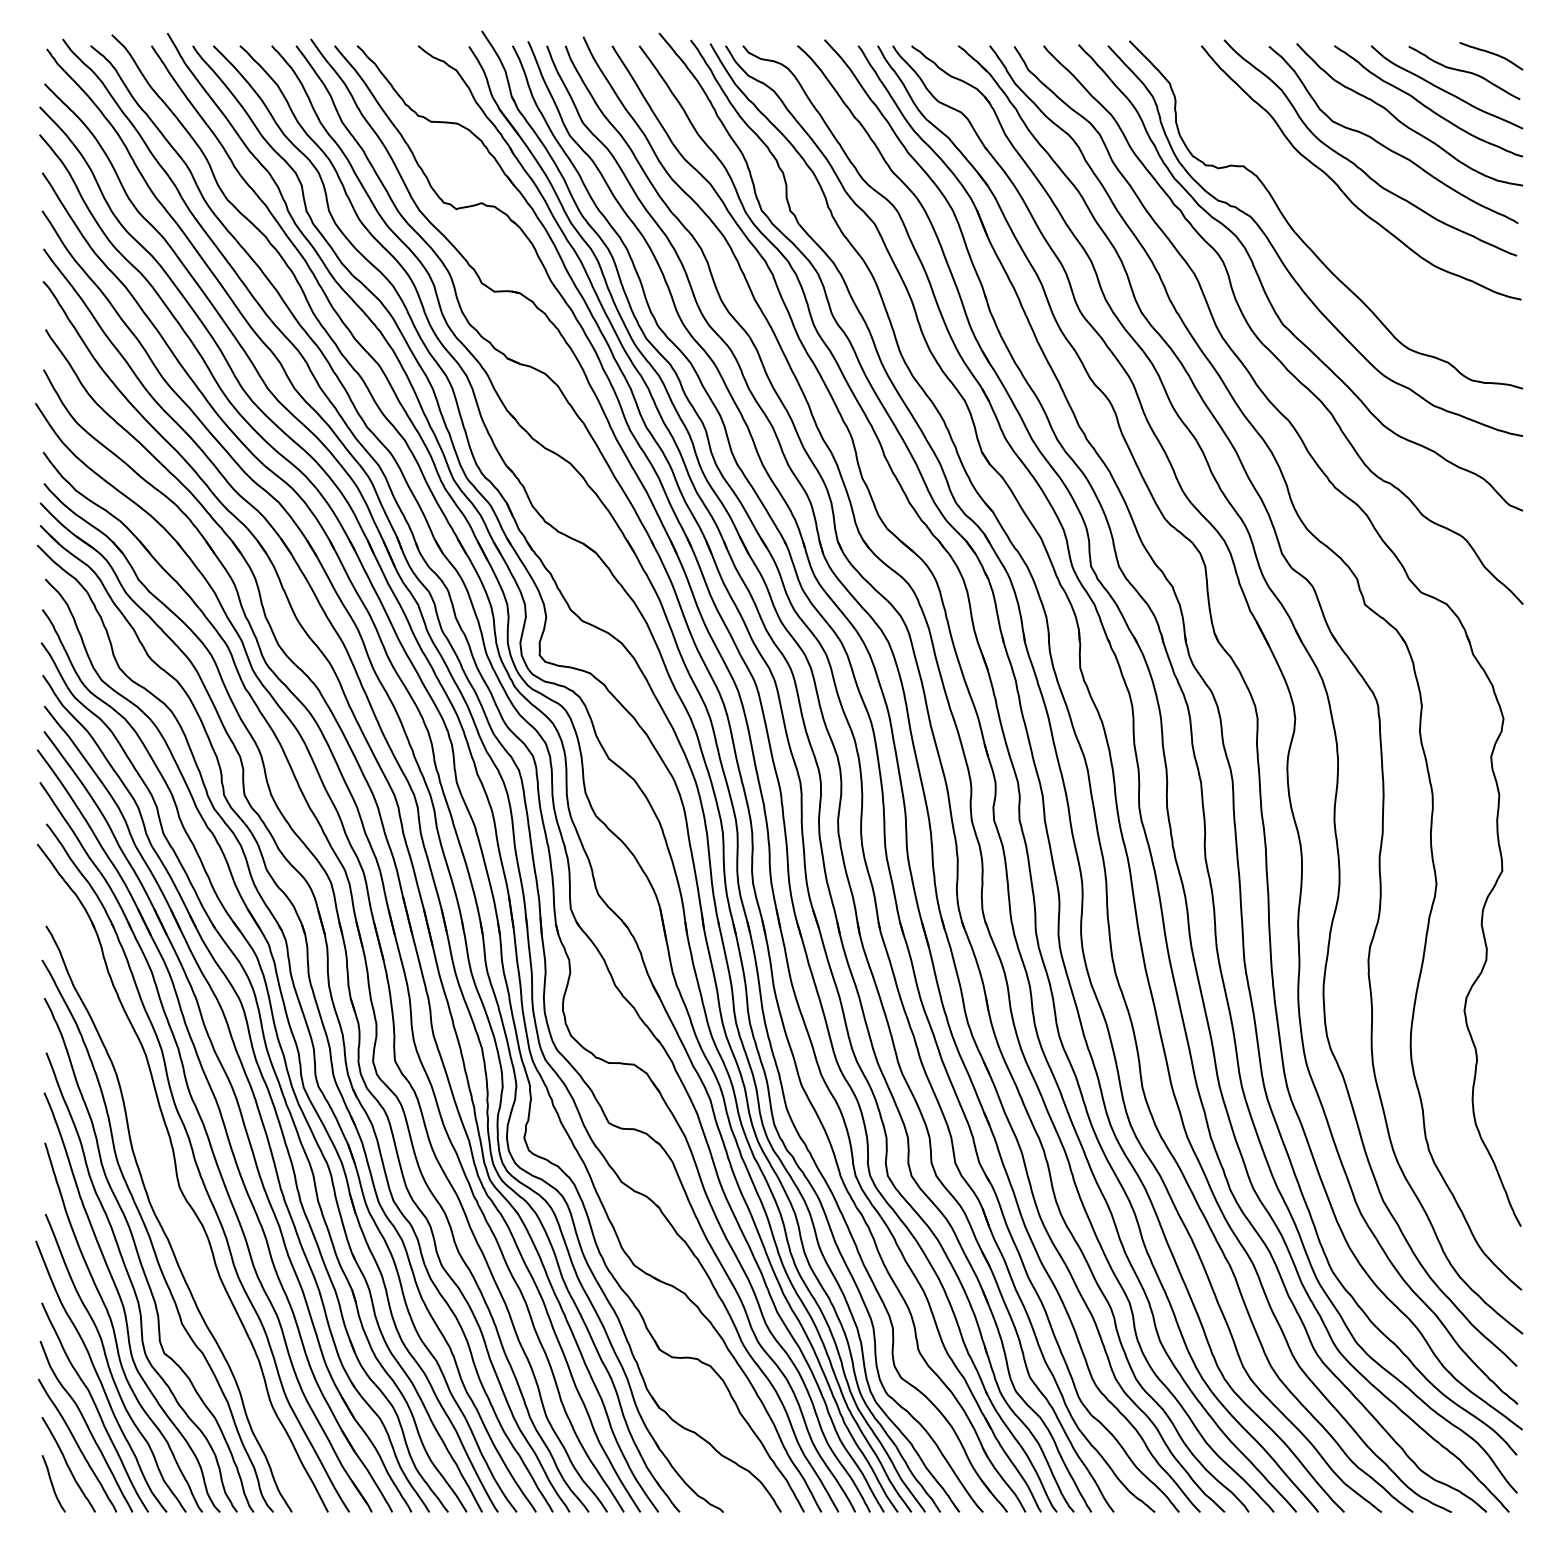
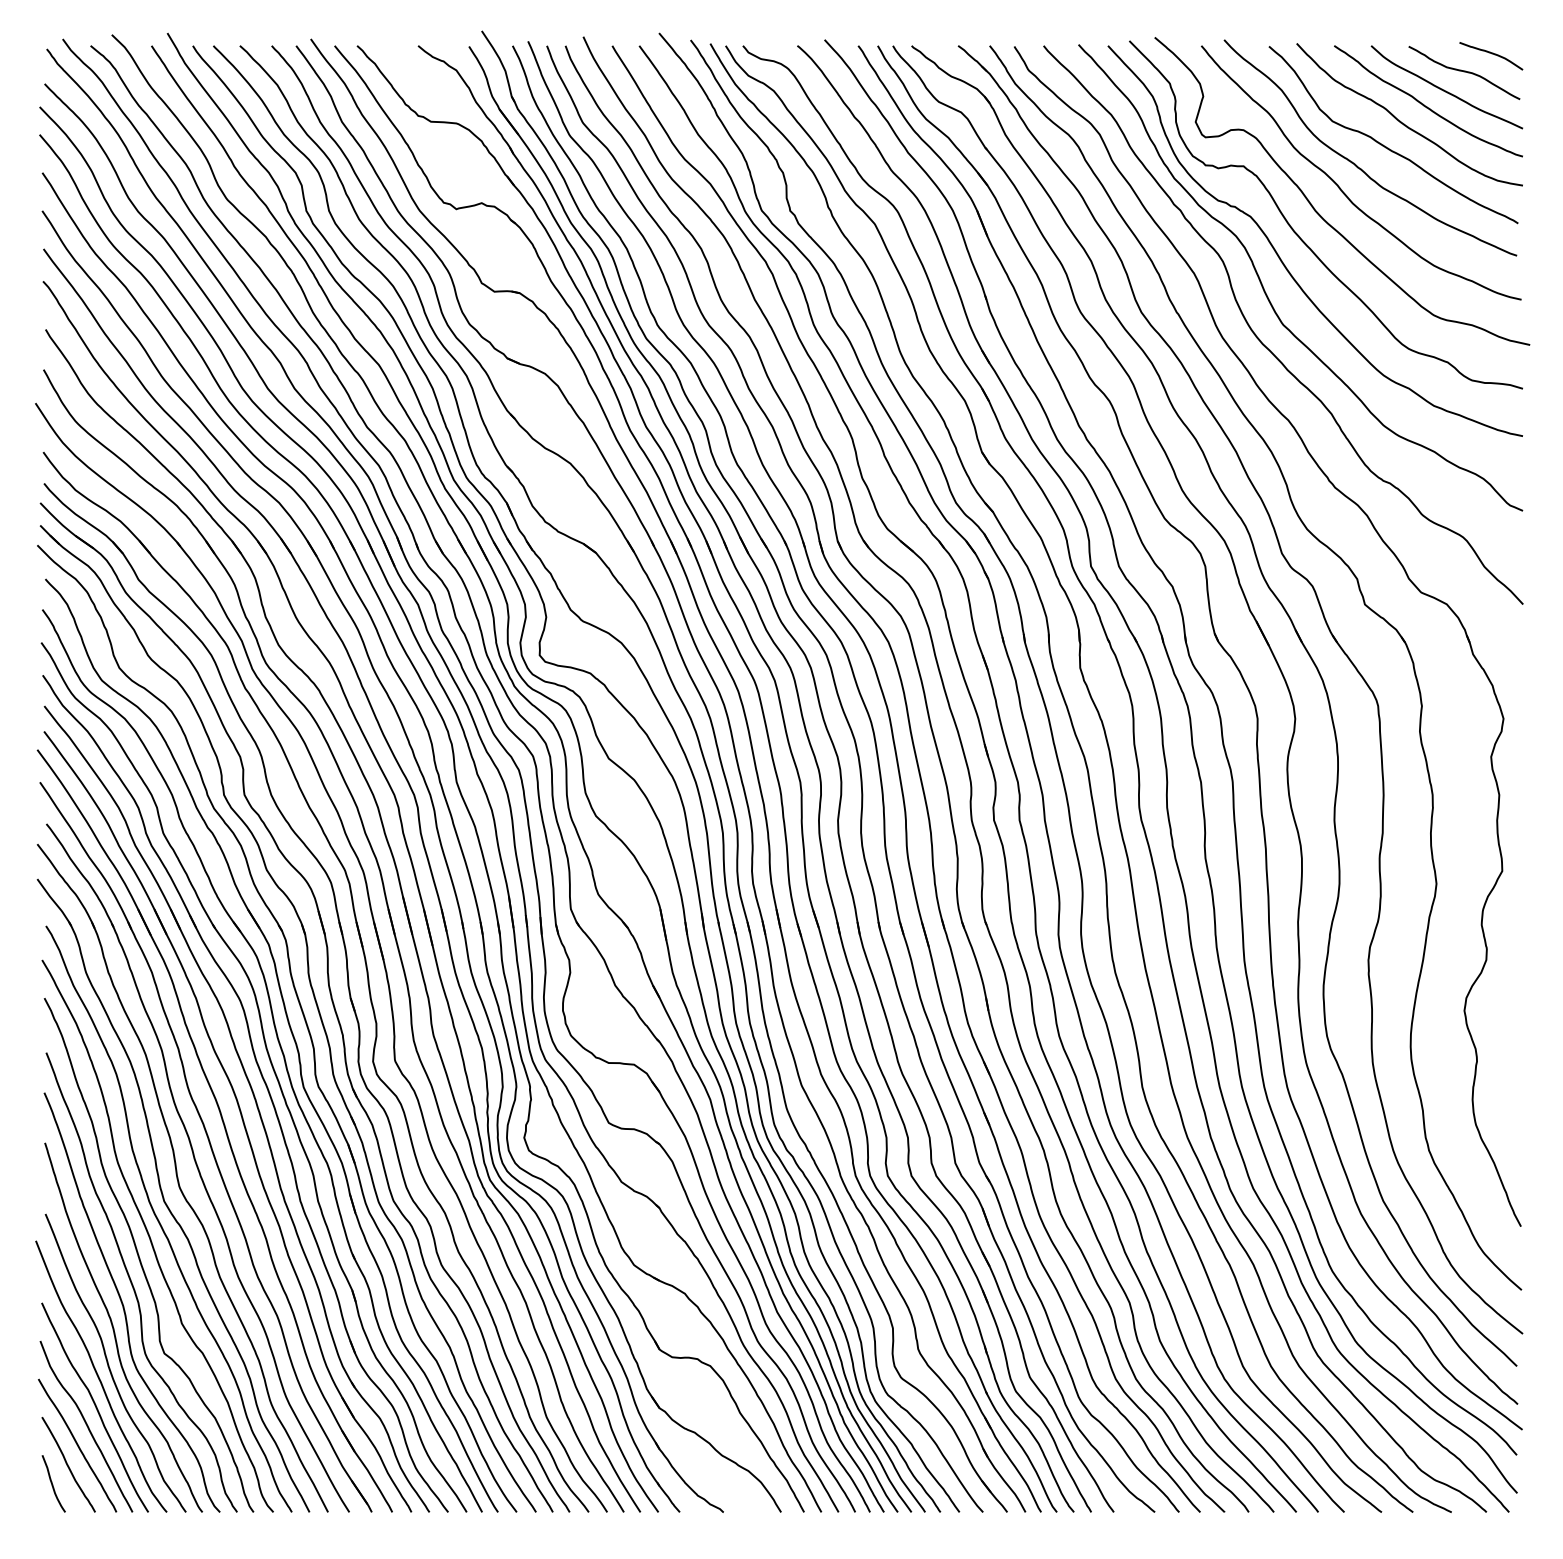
curve at (1319, 213): none -> present
part at (164, 1197): none -> present
